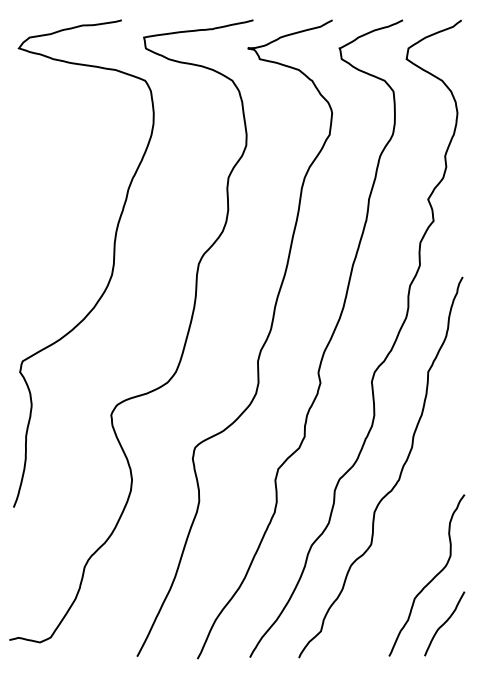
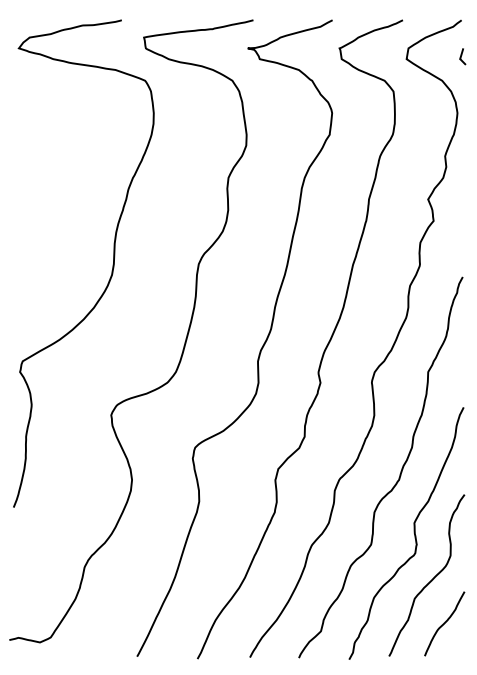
curve at (462, 55): none -> present
curve at (413, 533): none -> present
